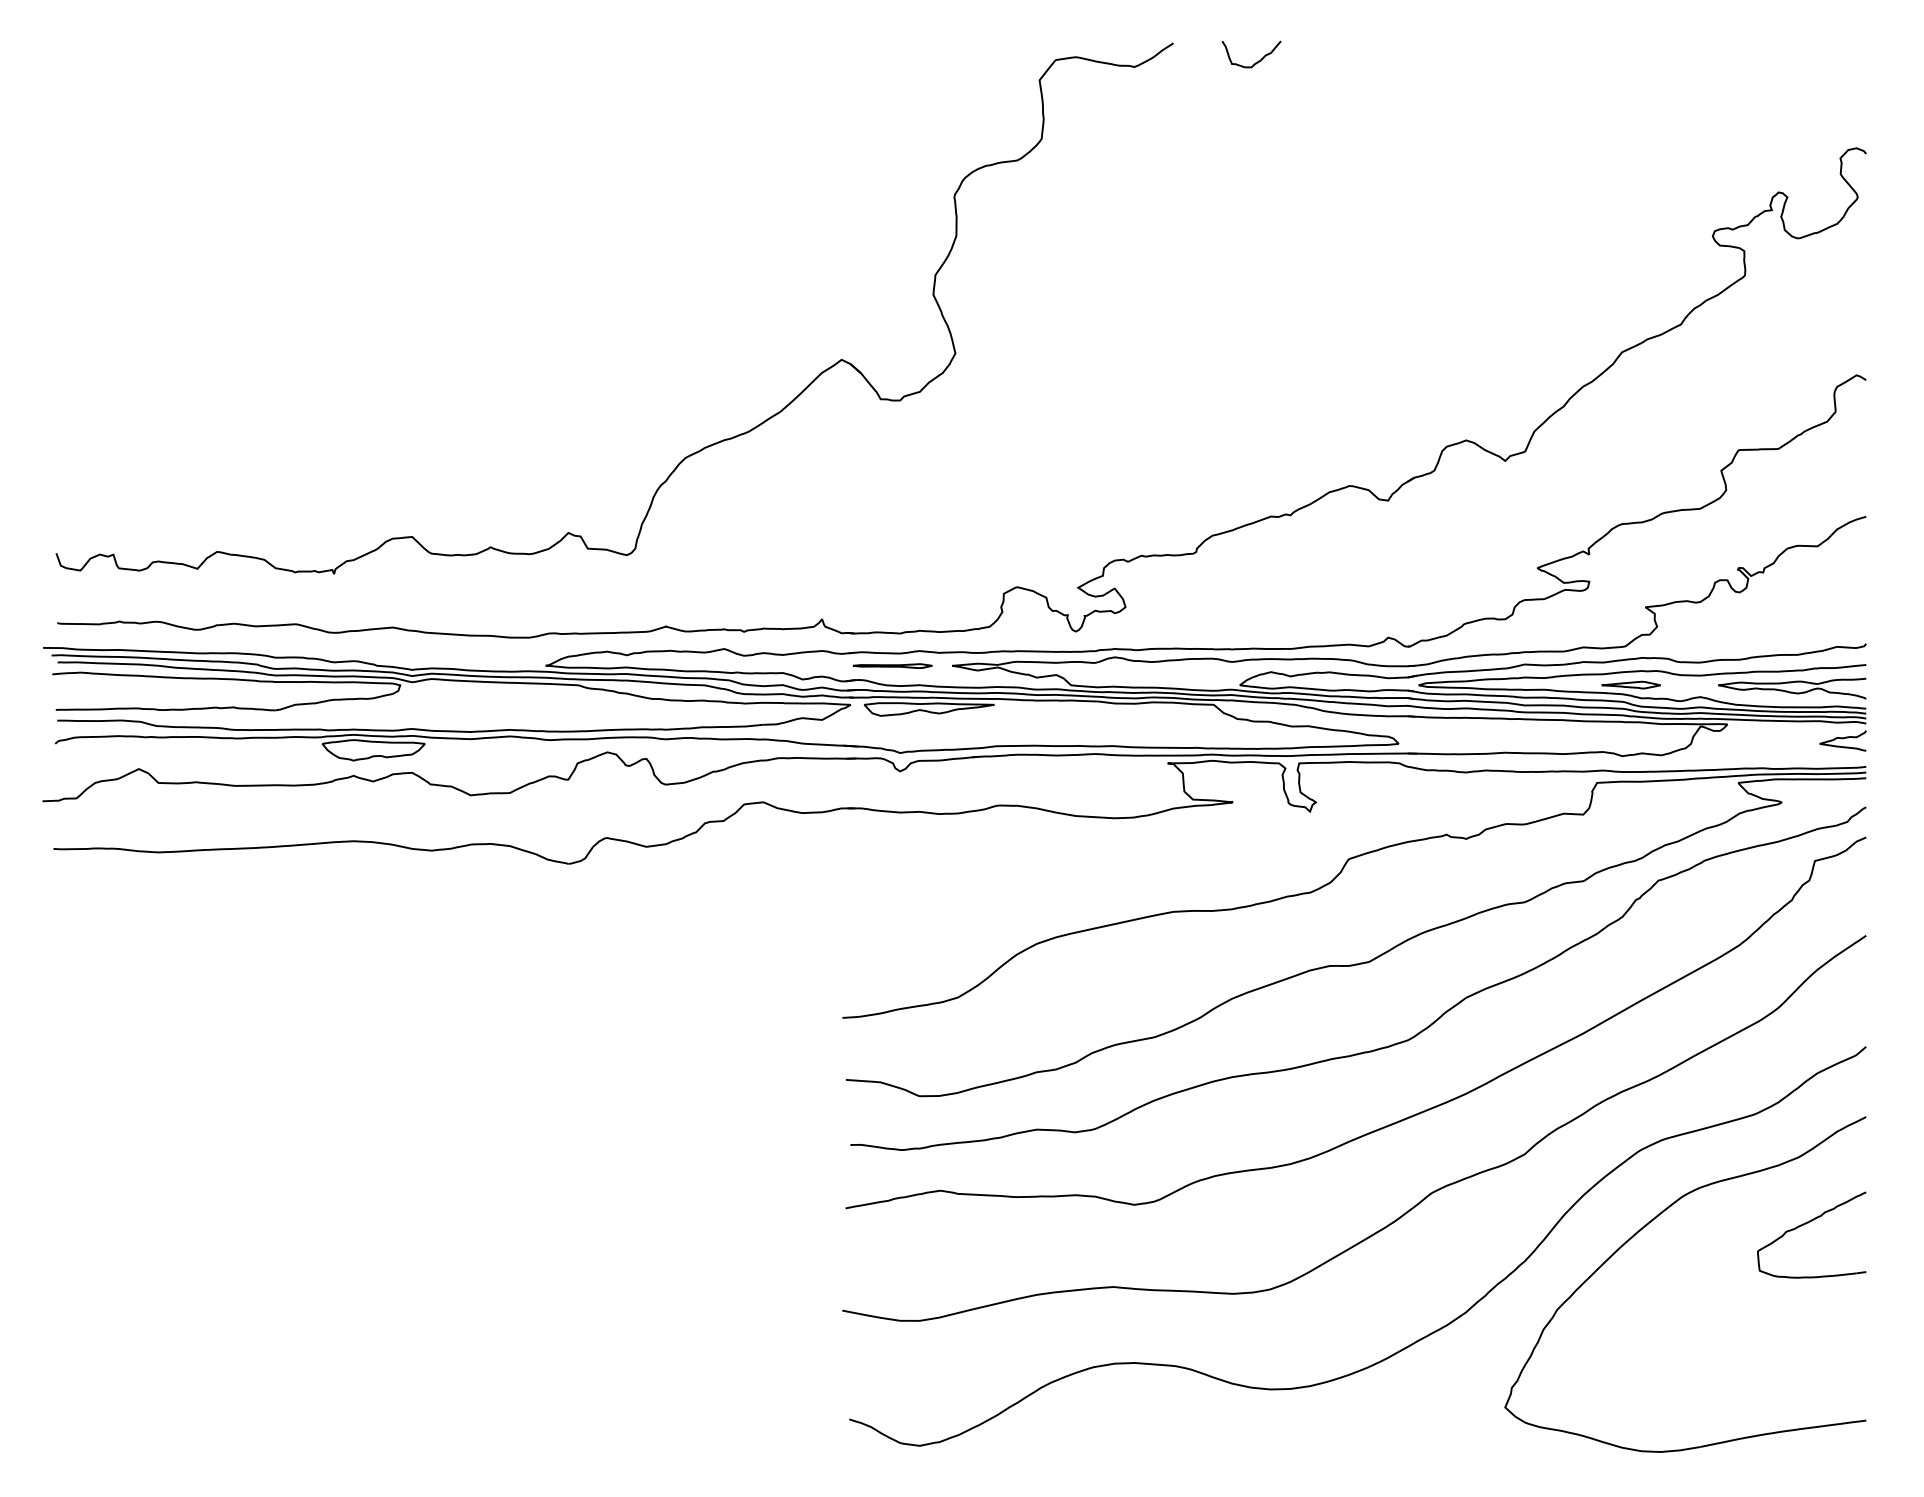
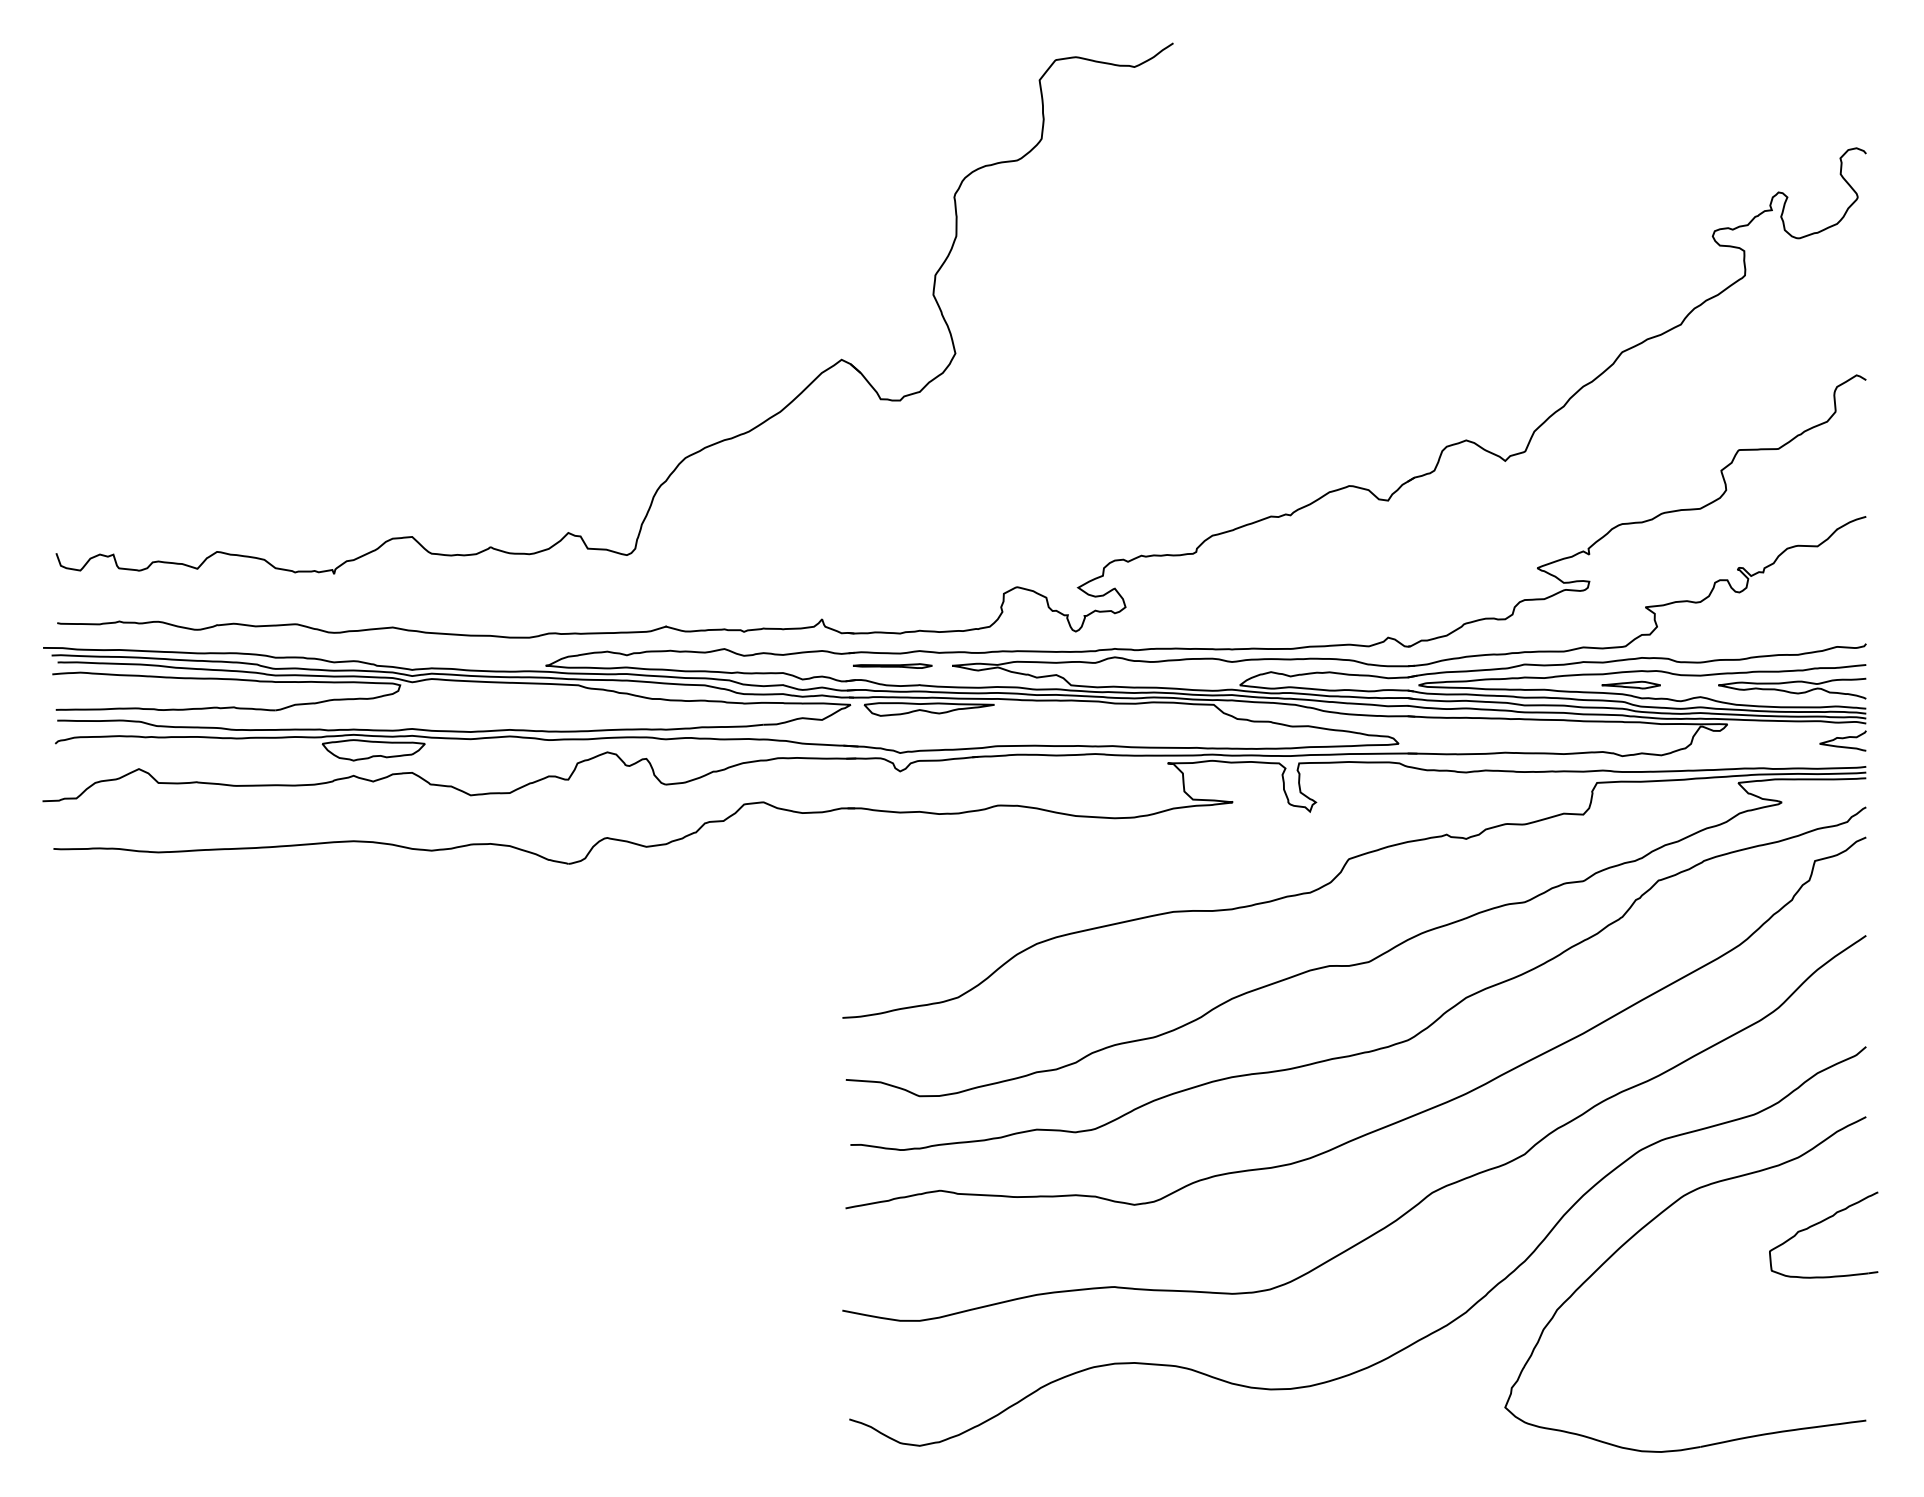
curve at (1255, 62): present -> none
part at (1806, 1224) position: (1806, 1224) -> (1818, 1224)
